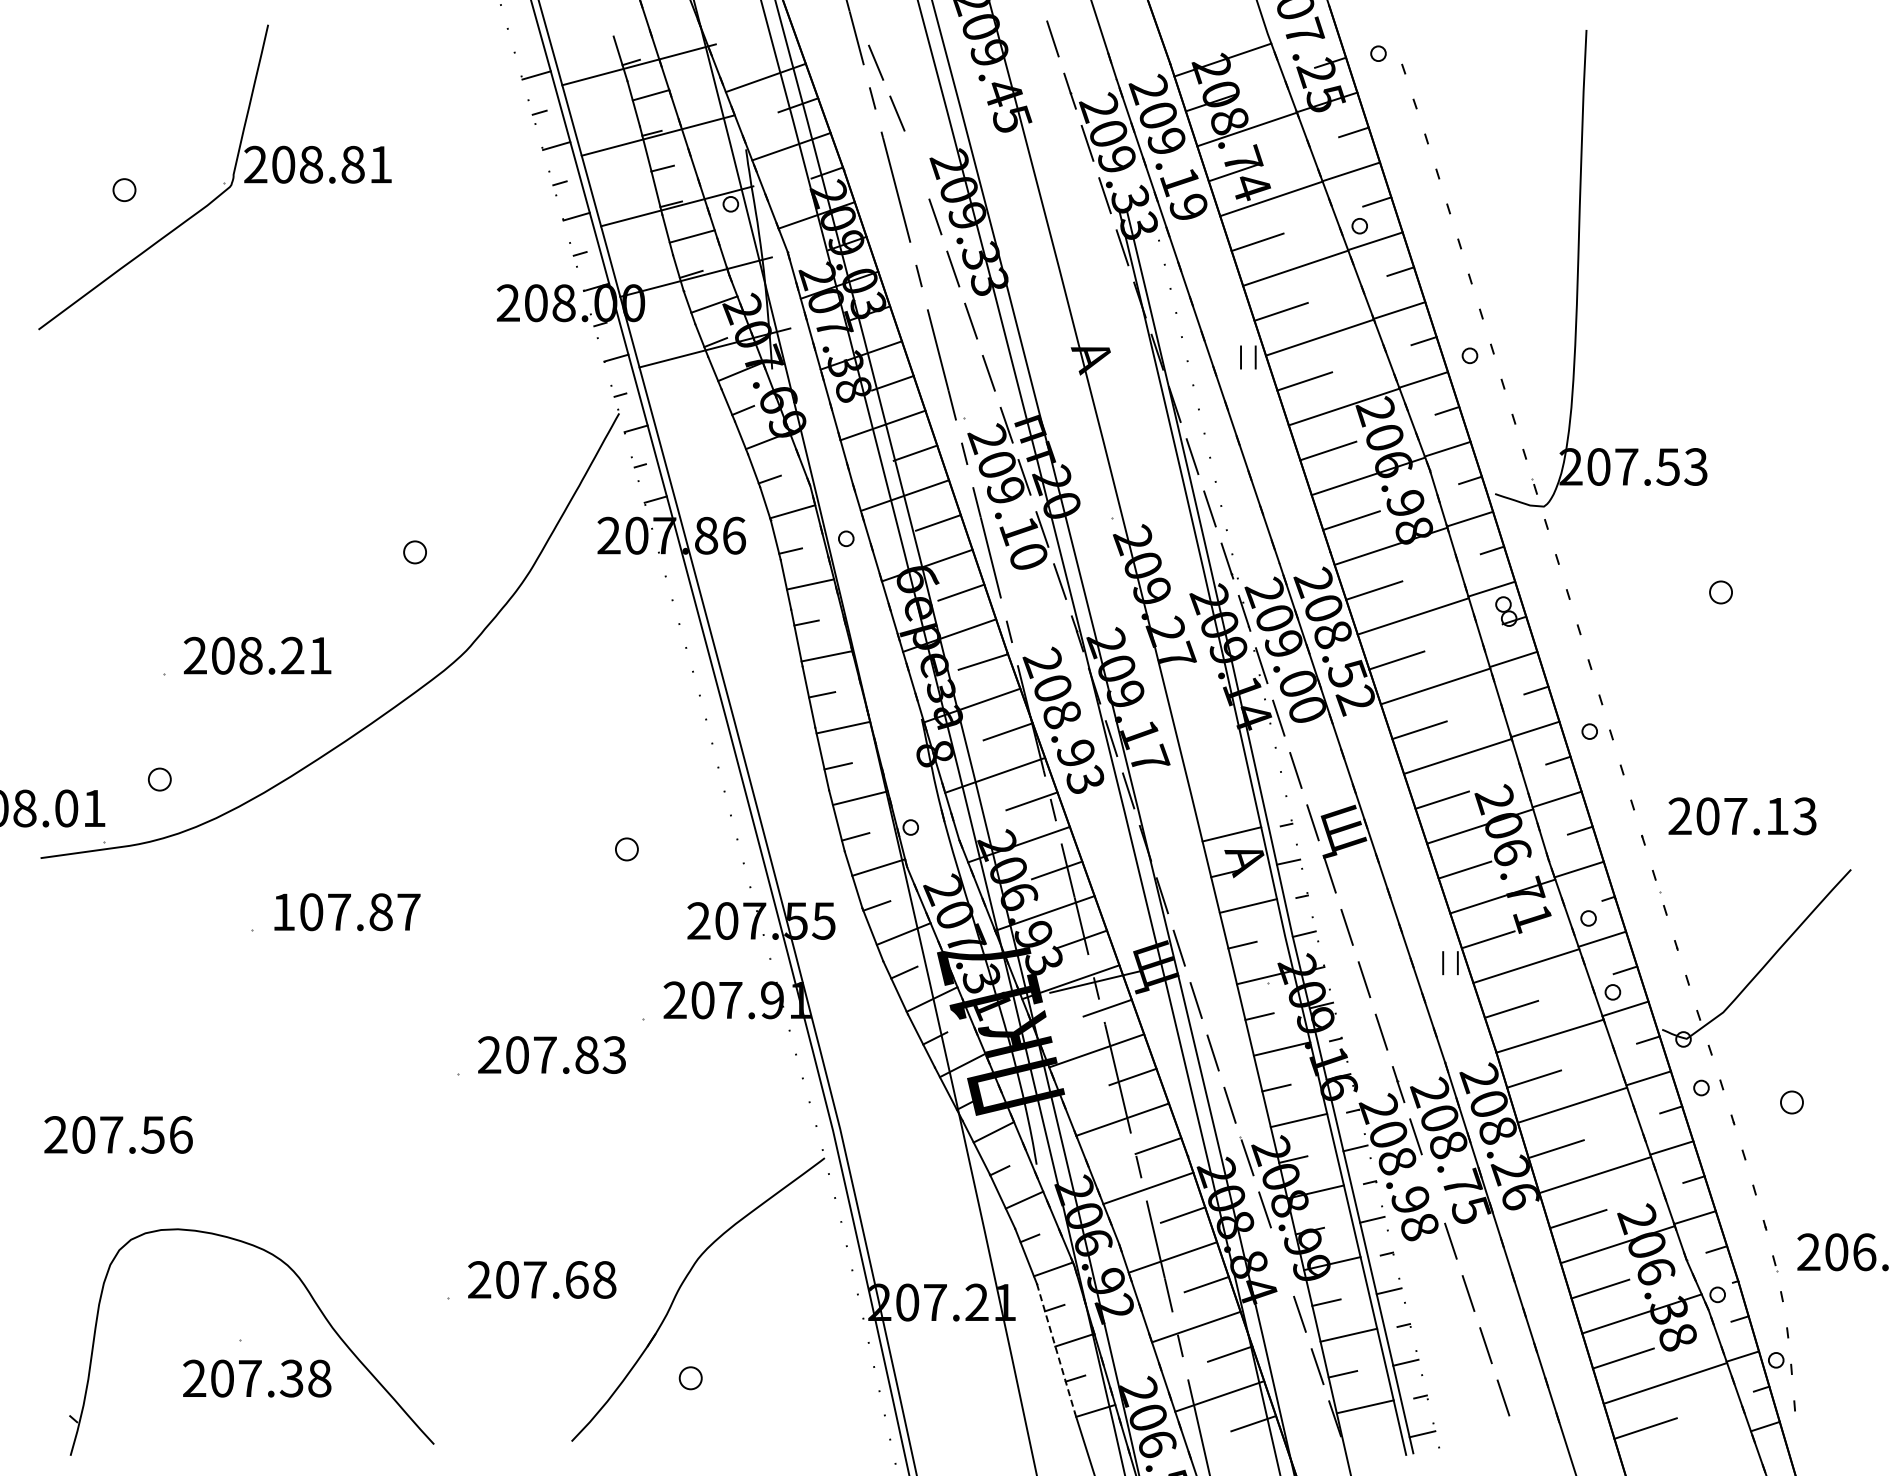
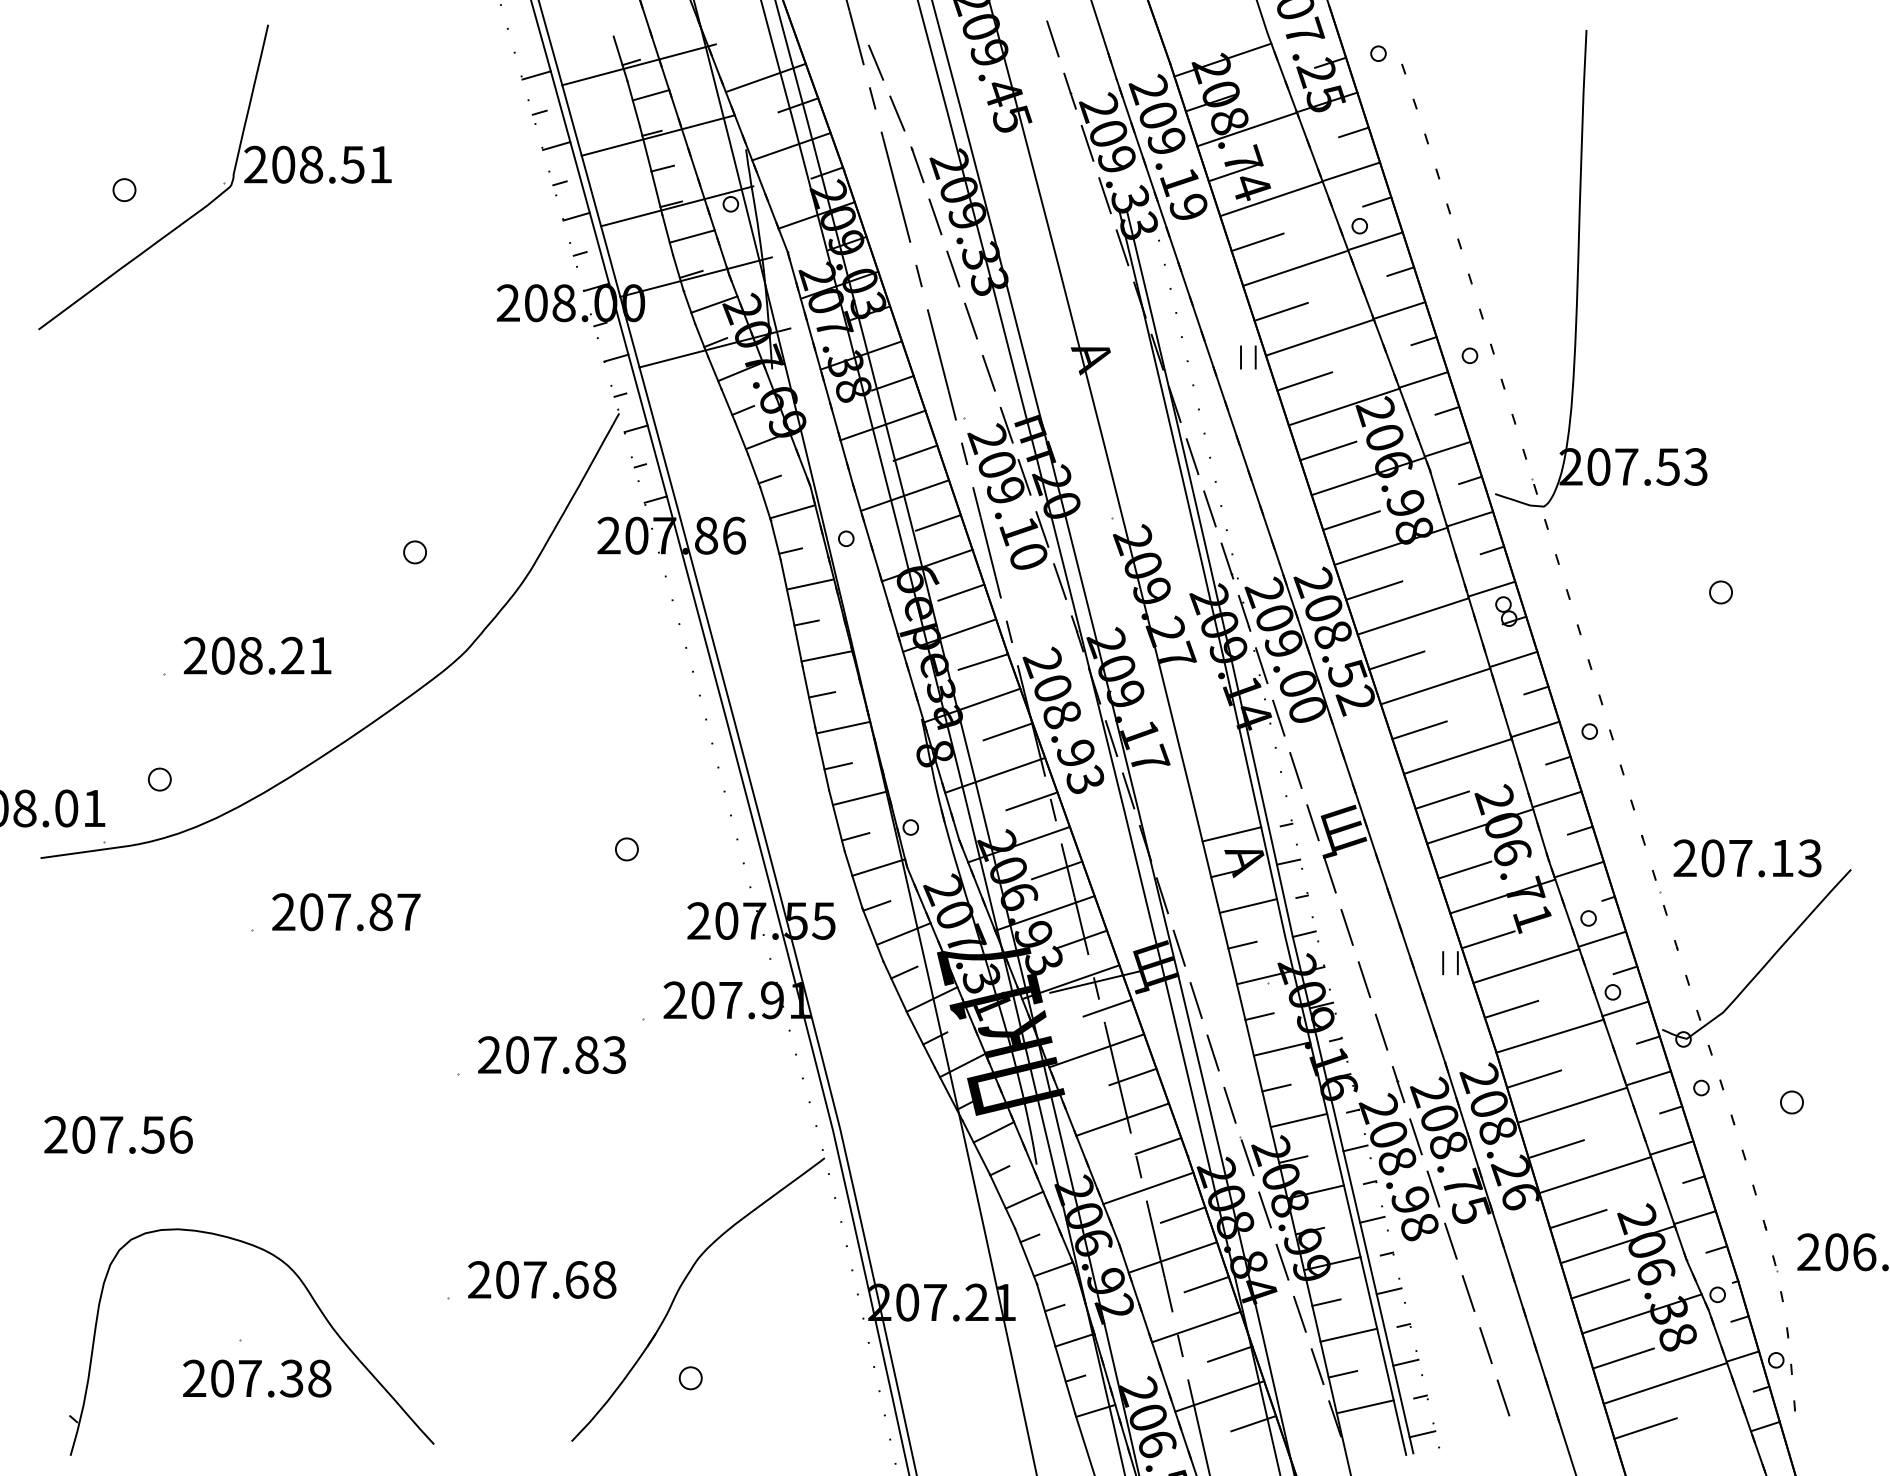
text at (352, 164): 208.81 -> 208.51
line at (917, 164): none -> present
text at (1742, 816) position: (1742, 816) -> (1747, 858)
text at (283, 911): 107.87 -> 207.87
line at (1433, 1188): none -> present
line at (1282, 1261): none -> present
line at (1056, 1348): dashed -> solid
